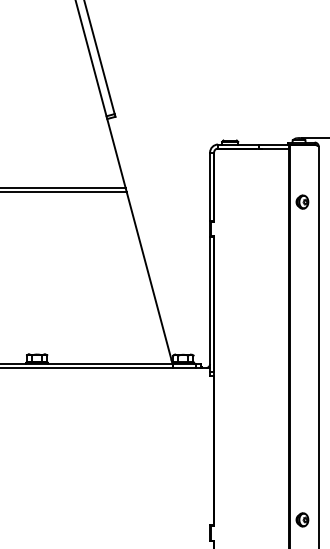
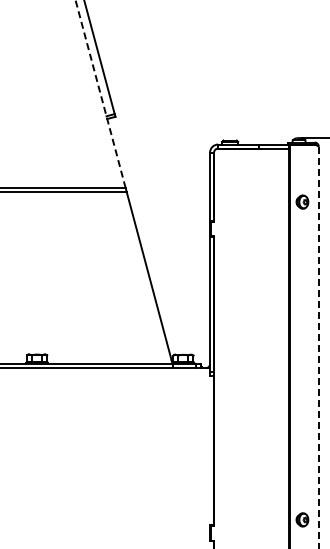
line at (100, 94): solid -> dashed
line at (318, 347): solid -> dashed
